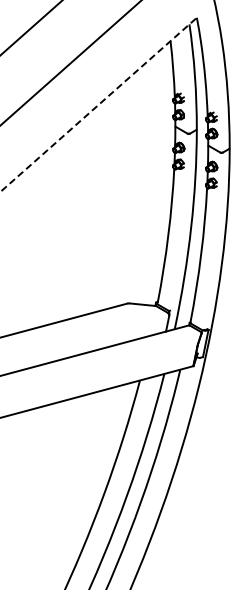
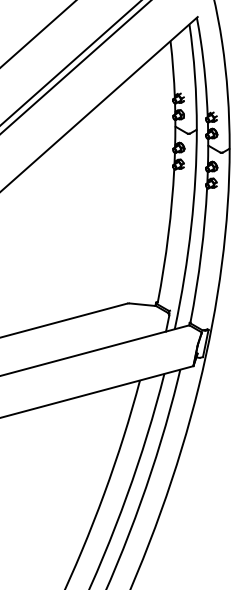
line at (31, 27) position: (31, 27) -> (38, 34)
line at (75, 67): none -> present
line at (99, 104): dashed -> solid
